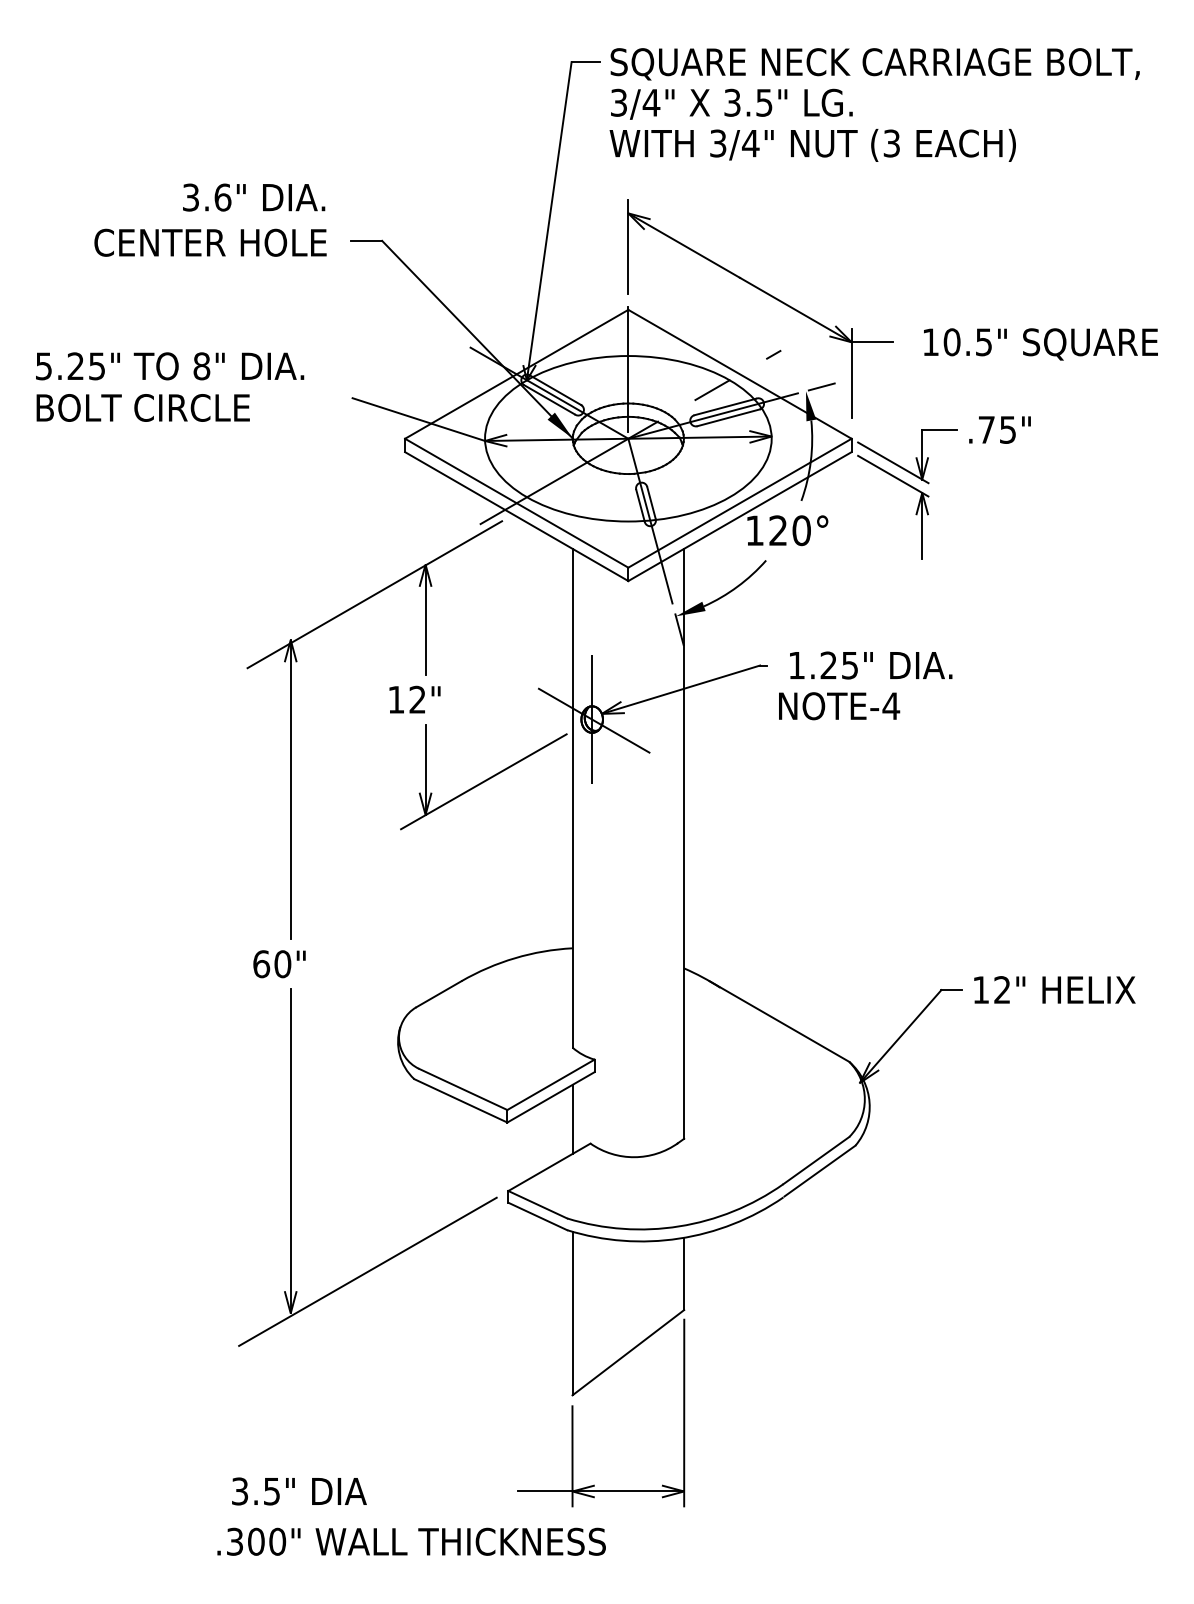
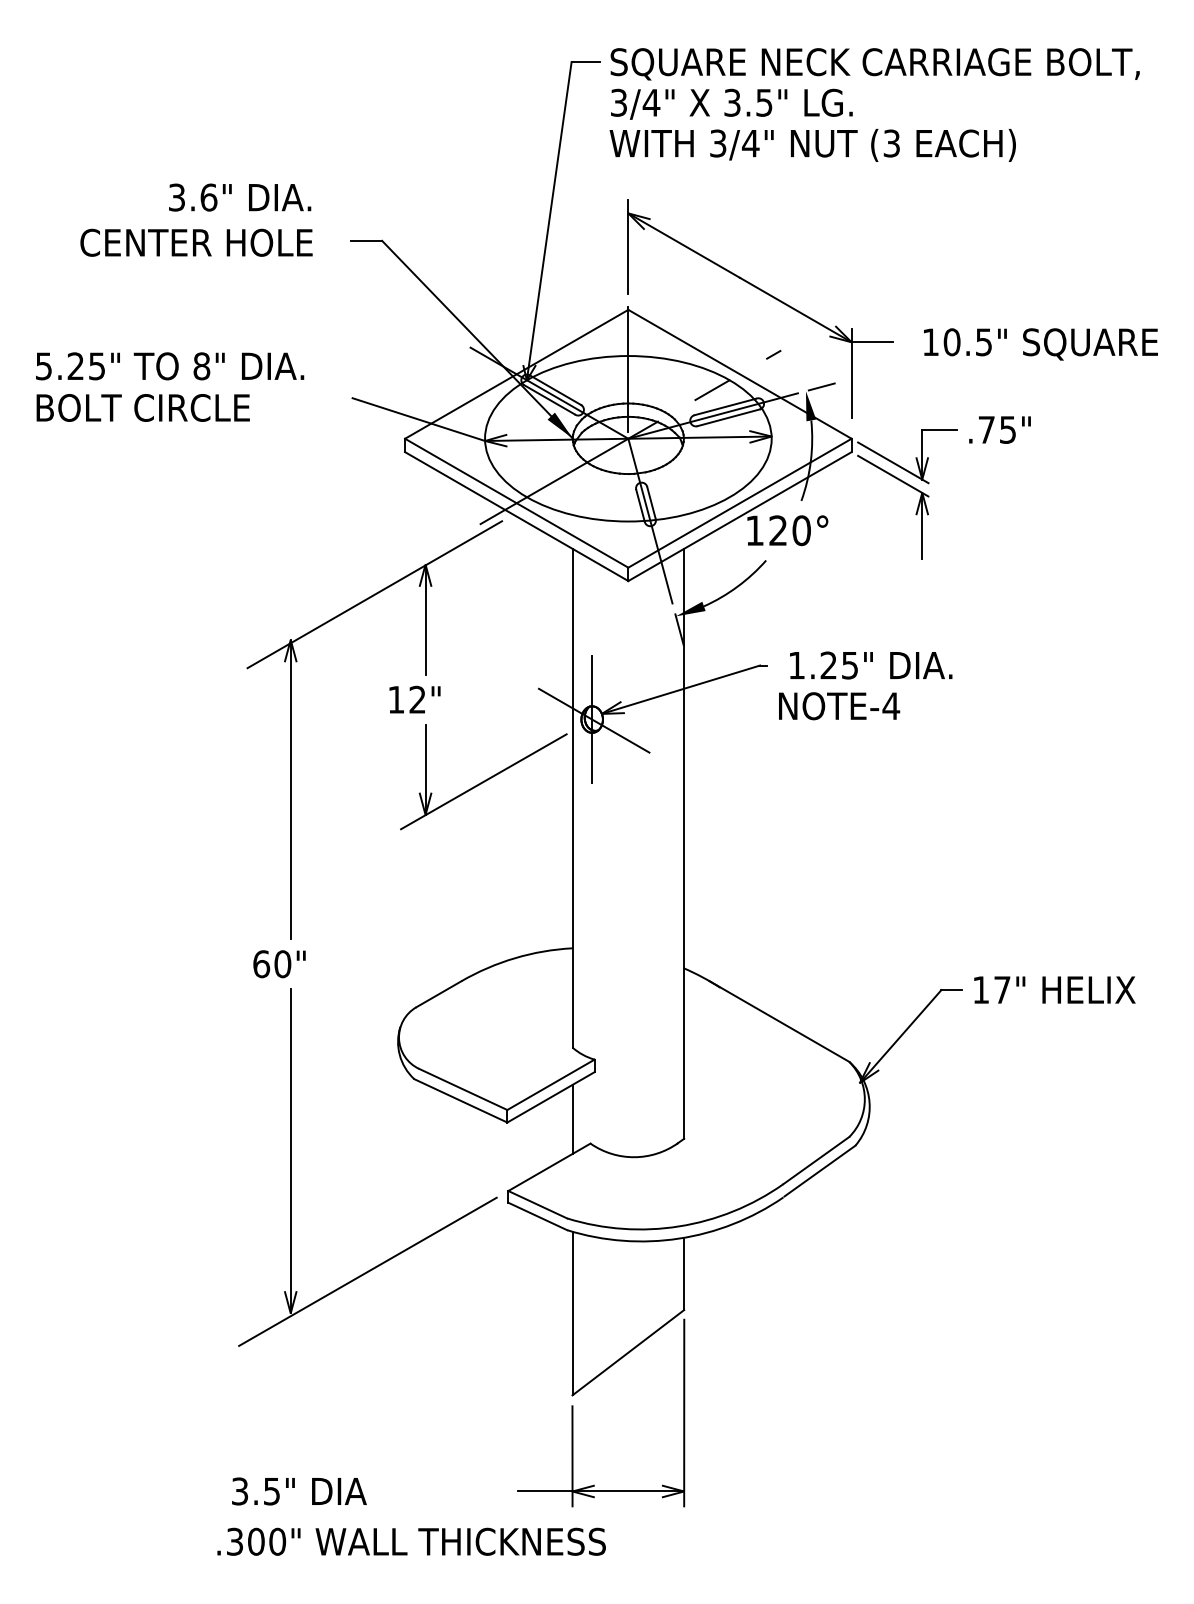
text at (210, 219) position: (210, 219) -> (196, 219)
text at (1002, 989): 12" -> 17"
